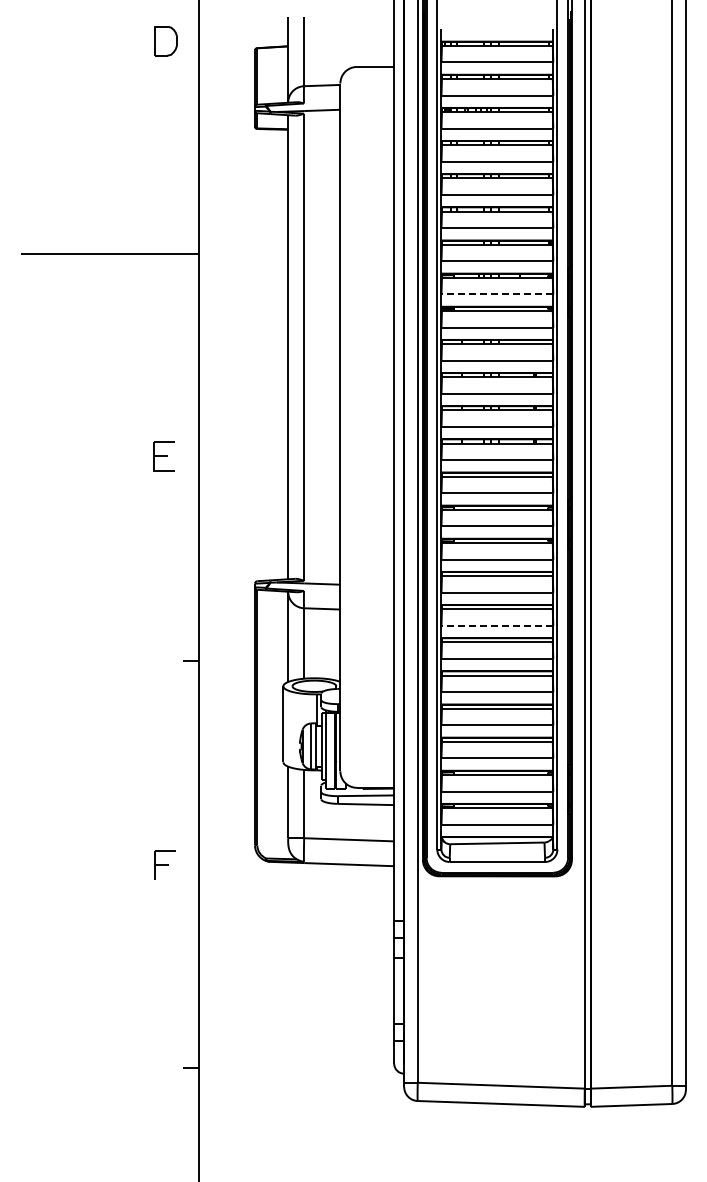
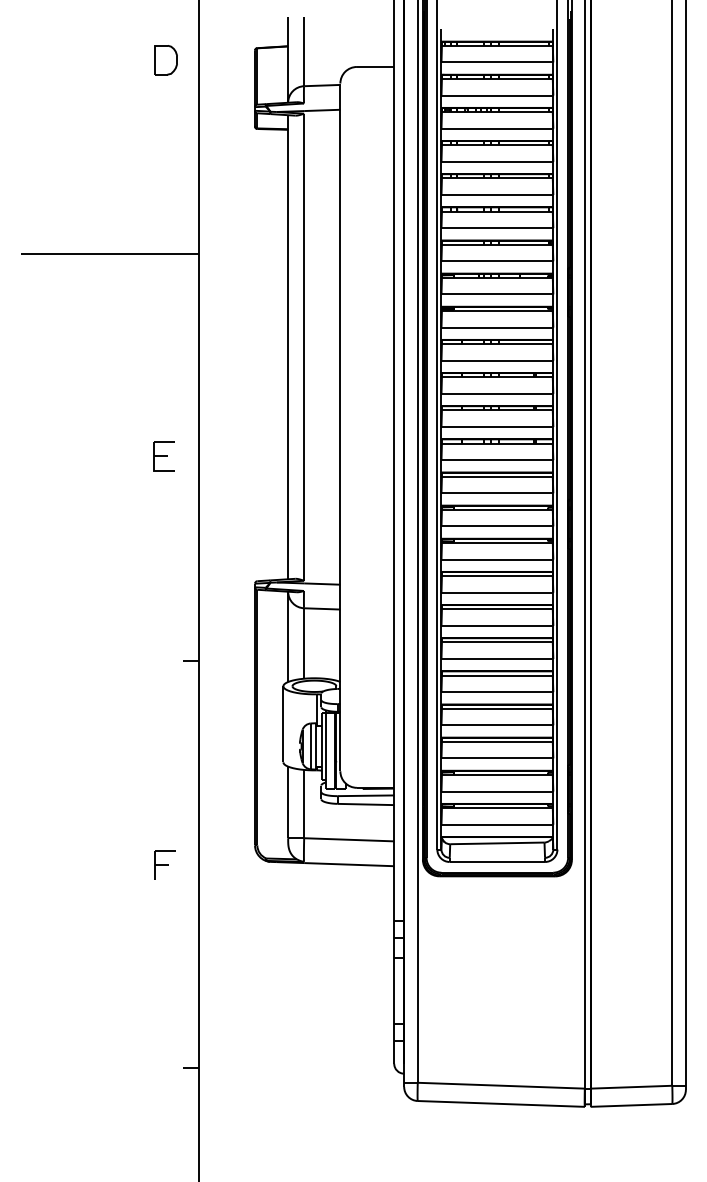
part at (165, 41) position: (165, 41) -> (165, 60)
line at (497, 294): dashed -> solid
line at (497, 625): dashed -> solid
